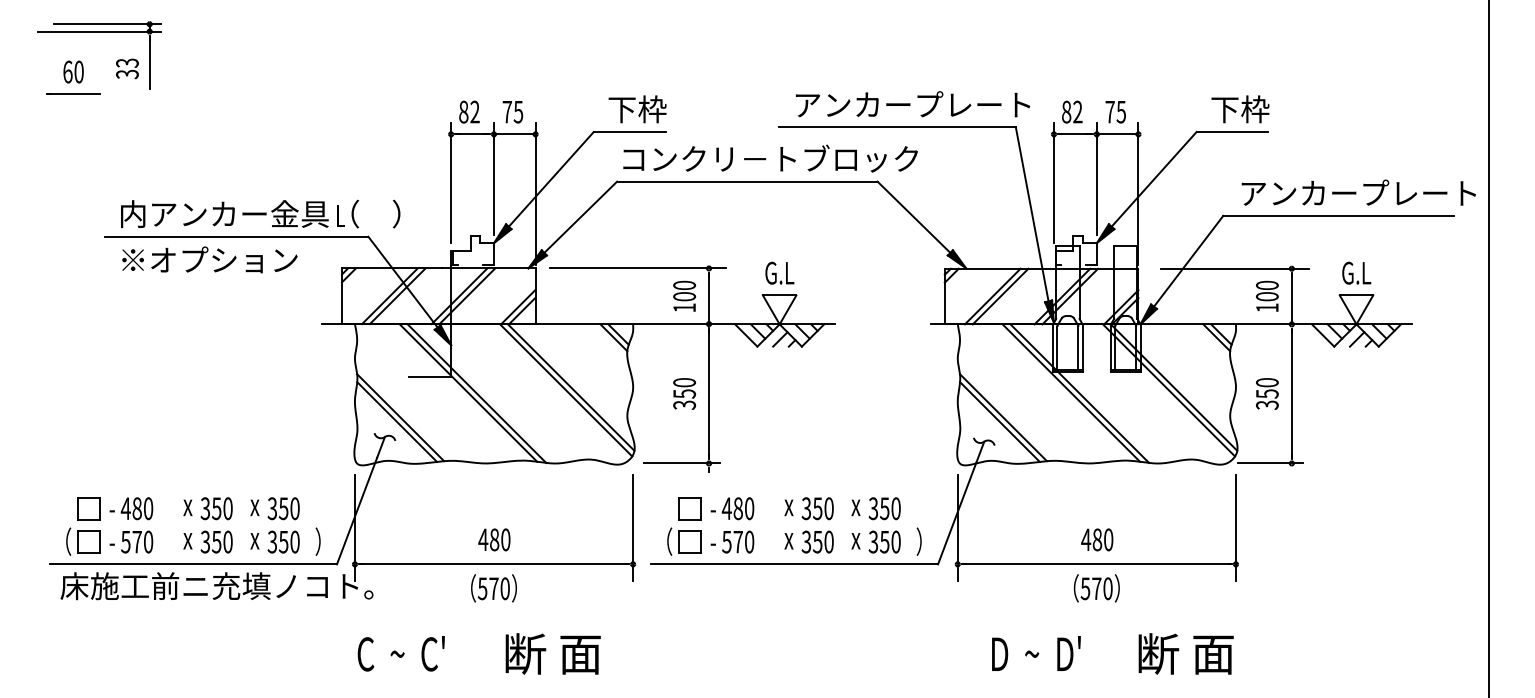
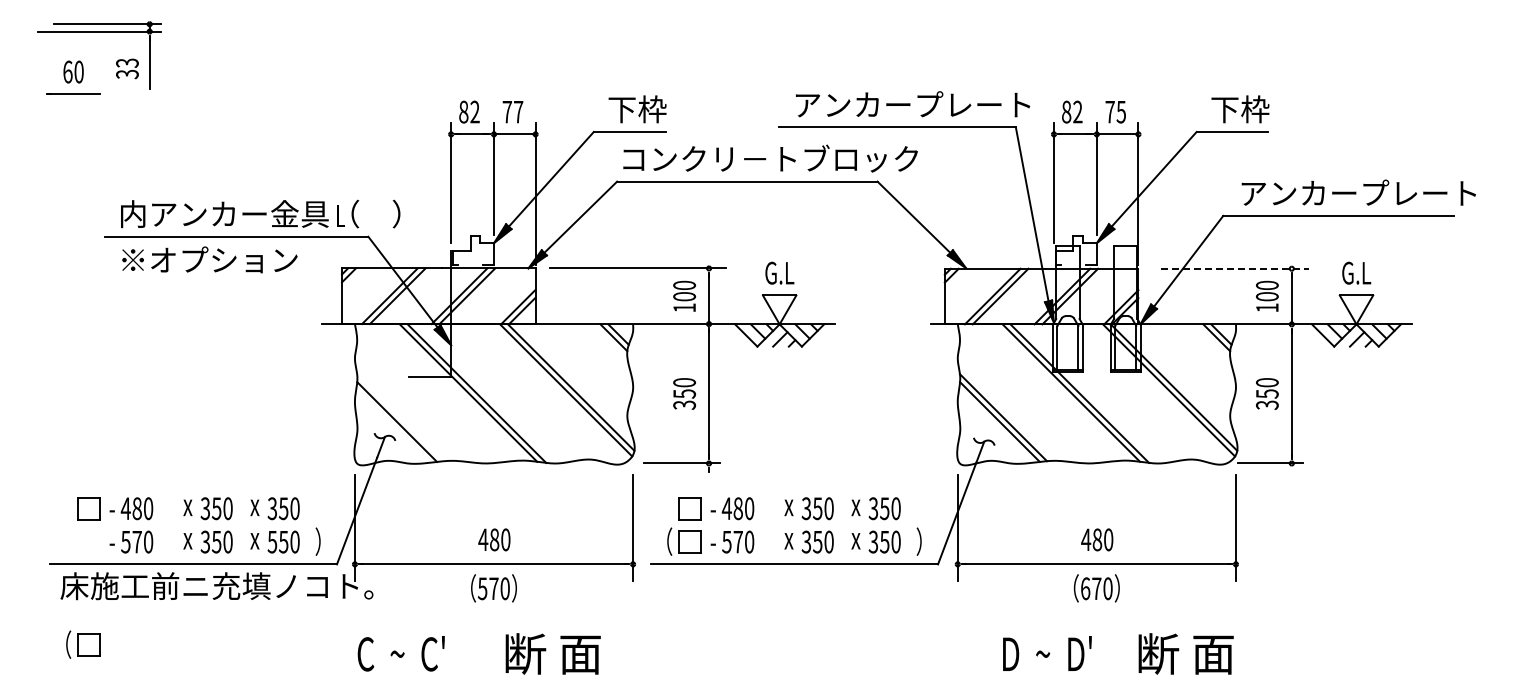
text at (518, 112): 75 -> 77
line at (1234, 268): solid -> dashed
line at (1488, 348): present -> none
line at (400, 417): present -> none
part at (83, 541) position: (83, 541) -> (83, 644)
text at (272, 541): 350 -> 550
text at (1085, 588): 570 -> 670
text at (1036, 653) position: (1036, 653) -> (1047, 653)
